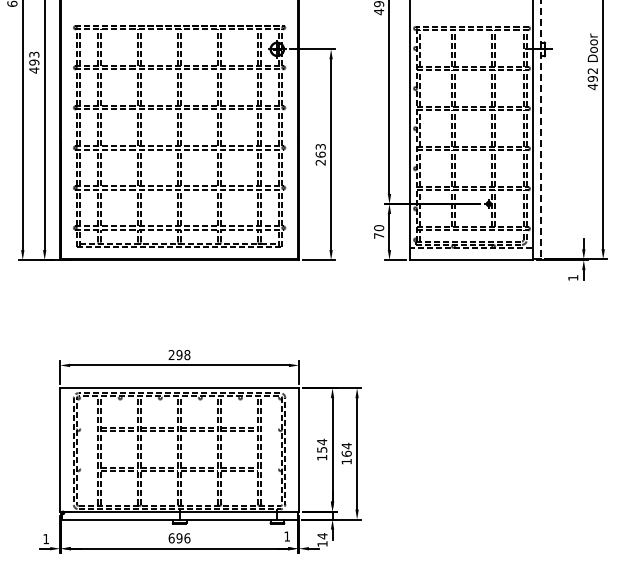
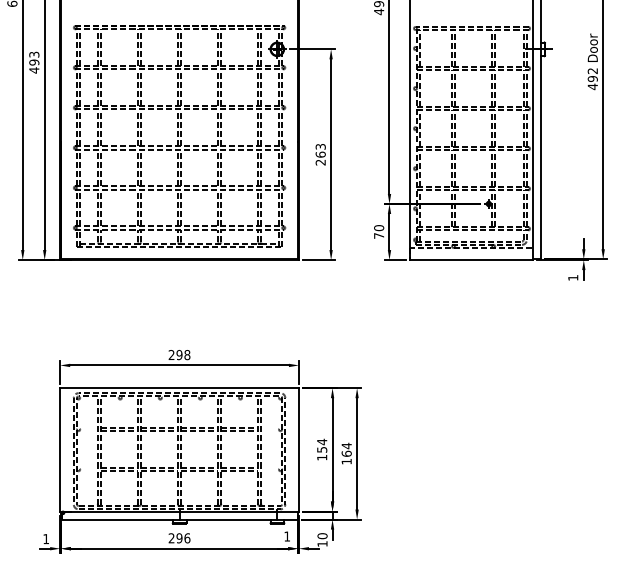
line at (540, 130): dashed -> solid
text at (322, 536): 14 -> 10
text at (171, 538): 696 -> 296
